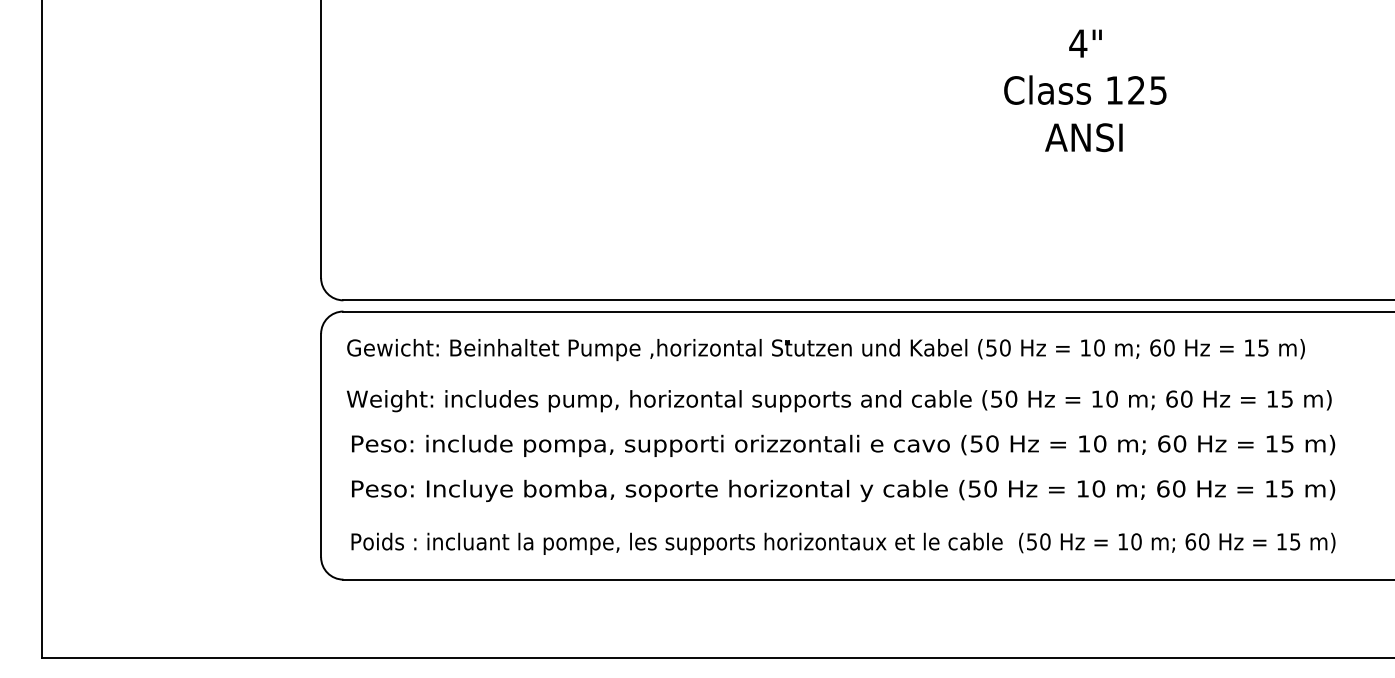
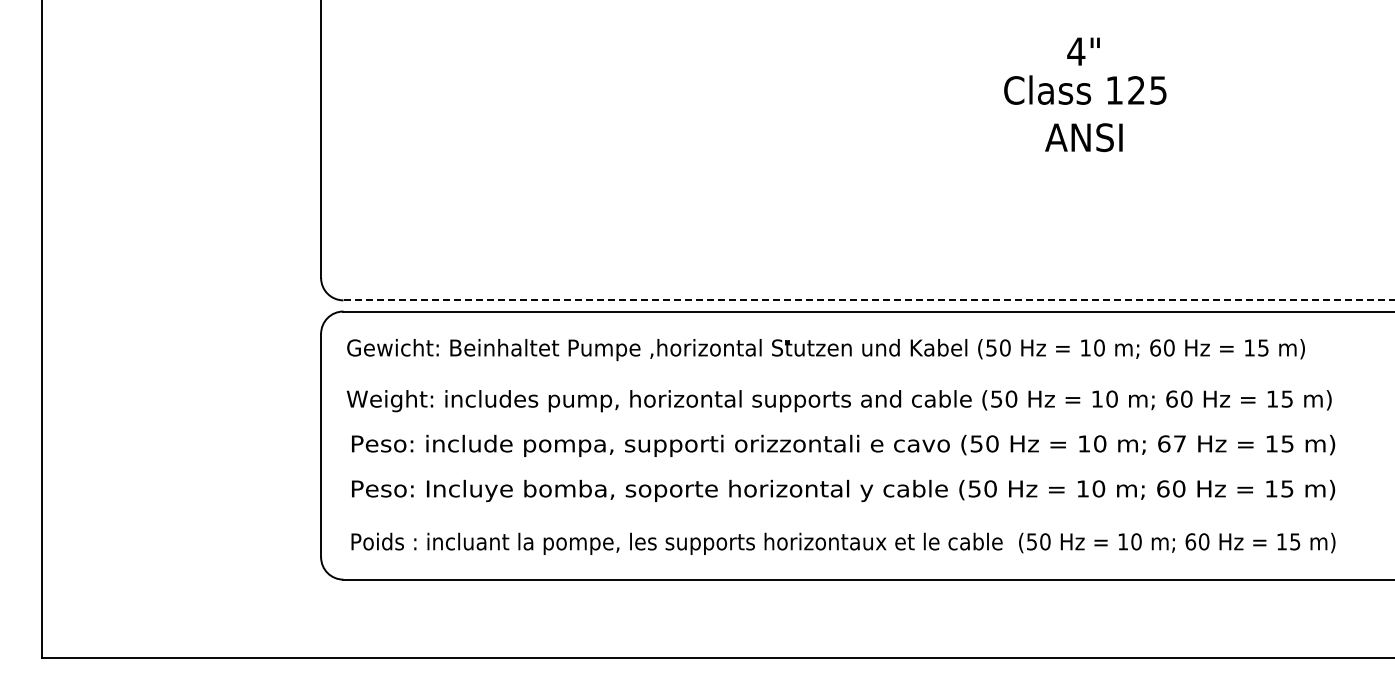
text at (1085, 43) position: (1085, 43) -> (1083, 51)
line at (868, 300): solid -> dashed
text at (1179, 443): 60 -> 67
